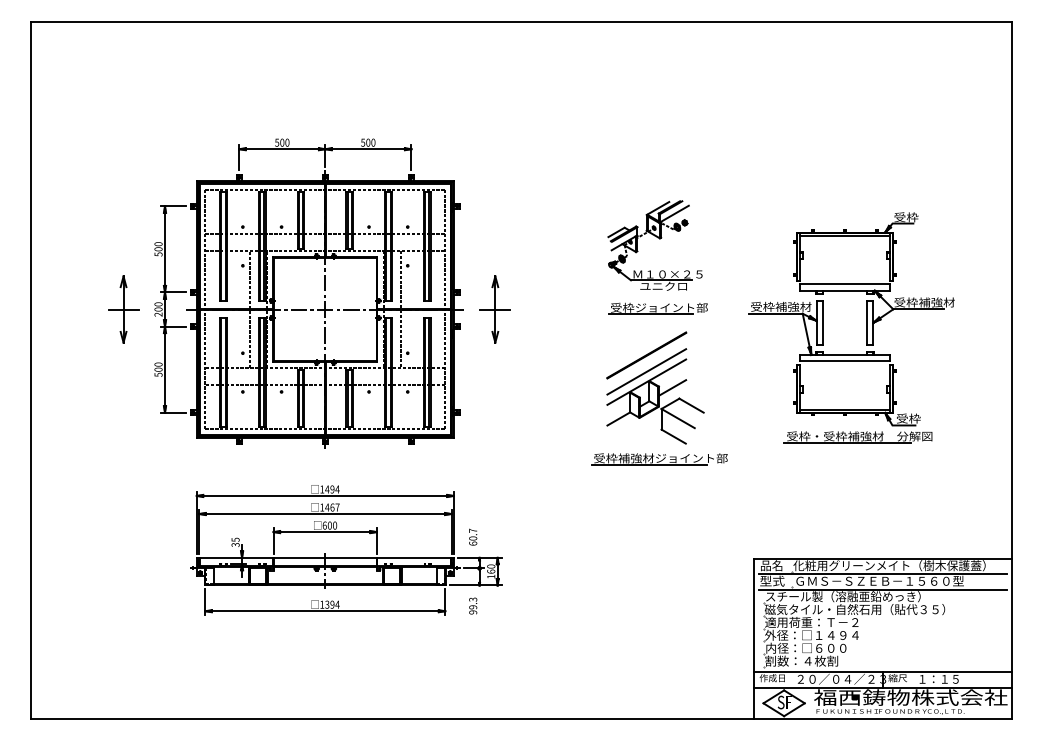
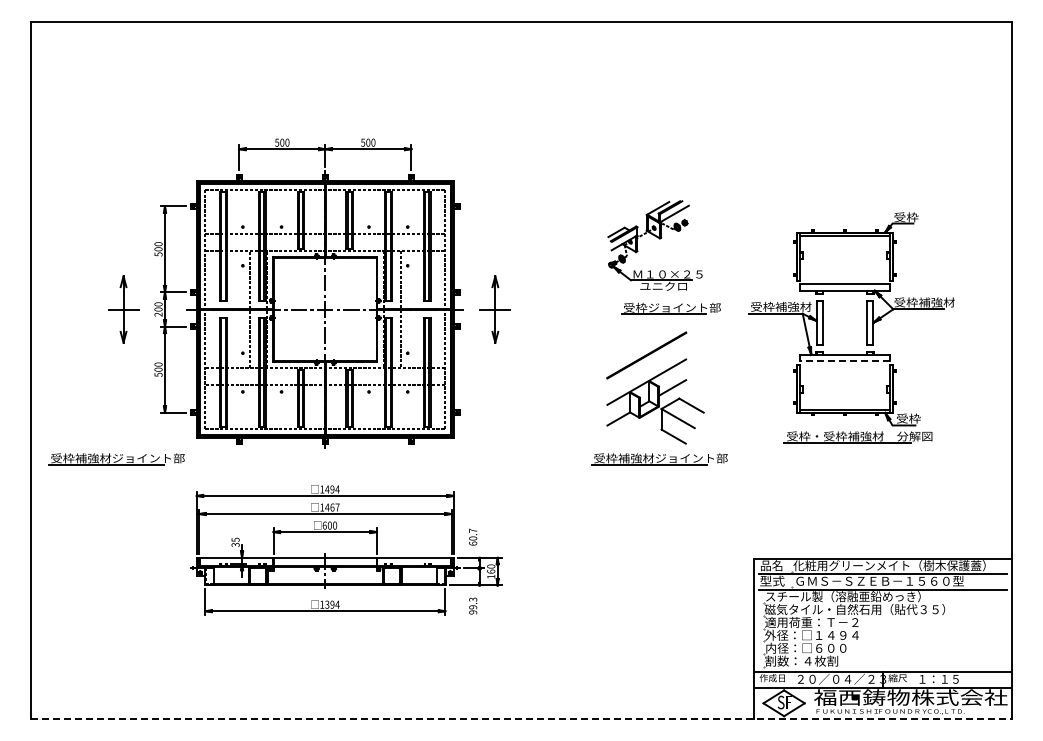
part at (657, 308) position: (657, 308) -> (670, 308)
line at (844, 361): solid -> dashed
line at (646, 371): present -> none
part at (116, 459): none -> present
line at (521, 718): solid -> dashed
